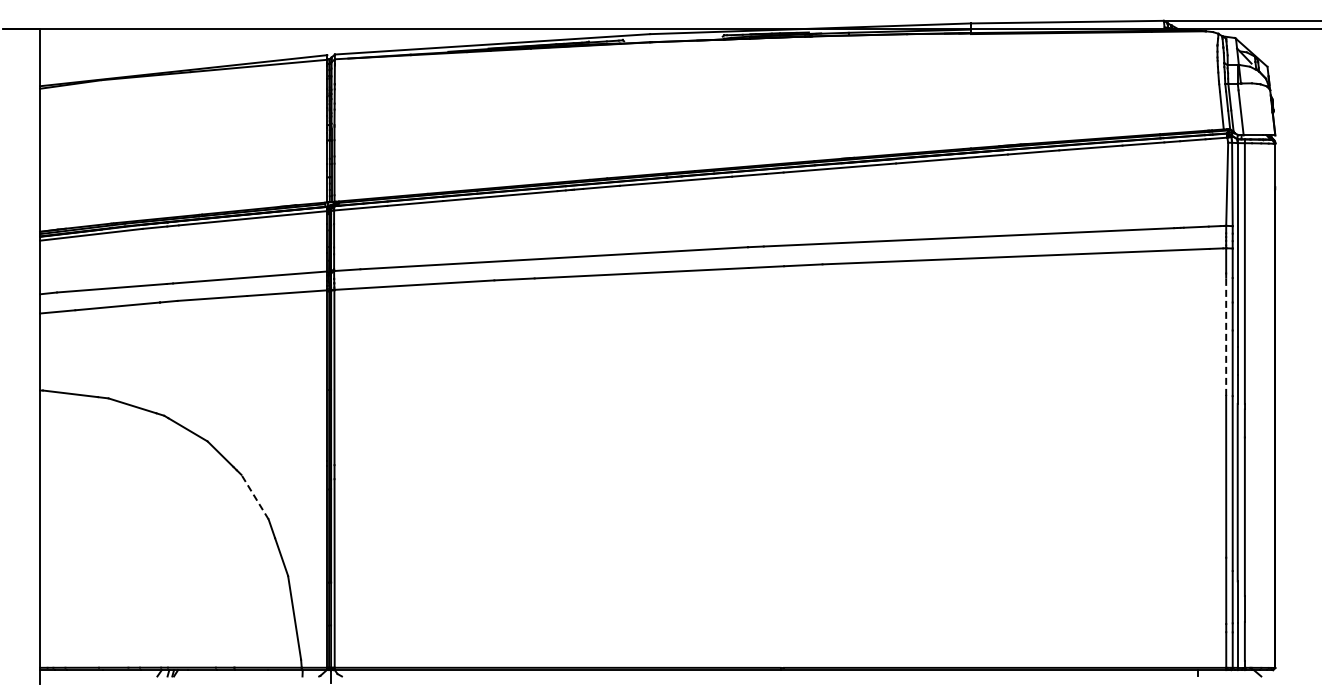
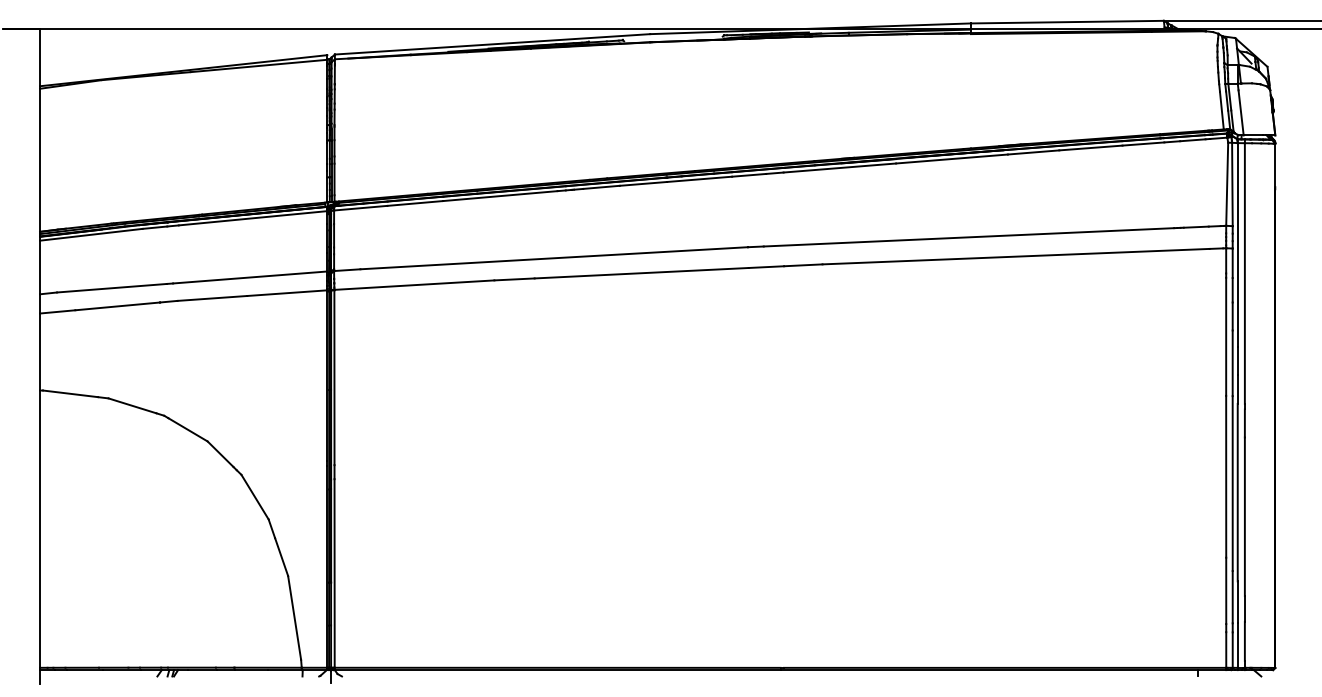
line at (1226, 336): dashed -> solid
line at (254, 496): dashed -> solid
